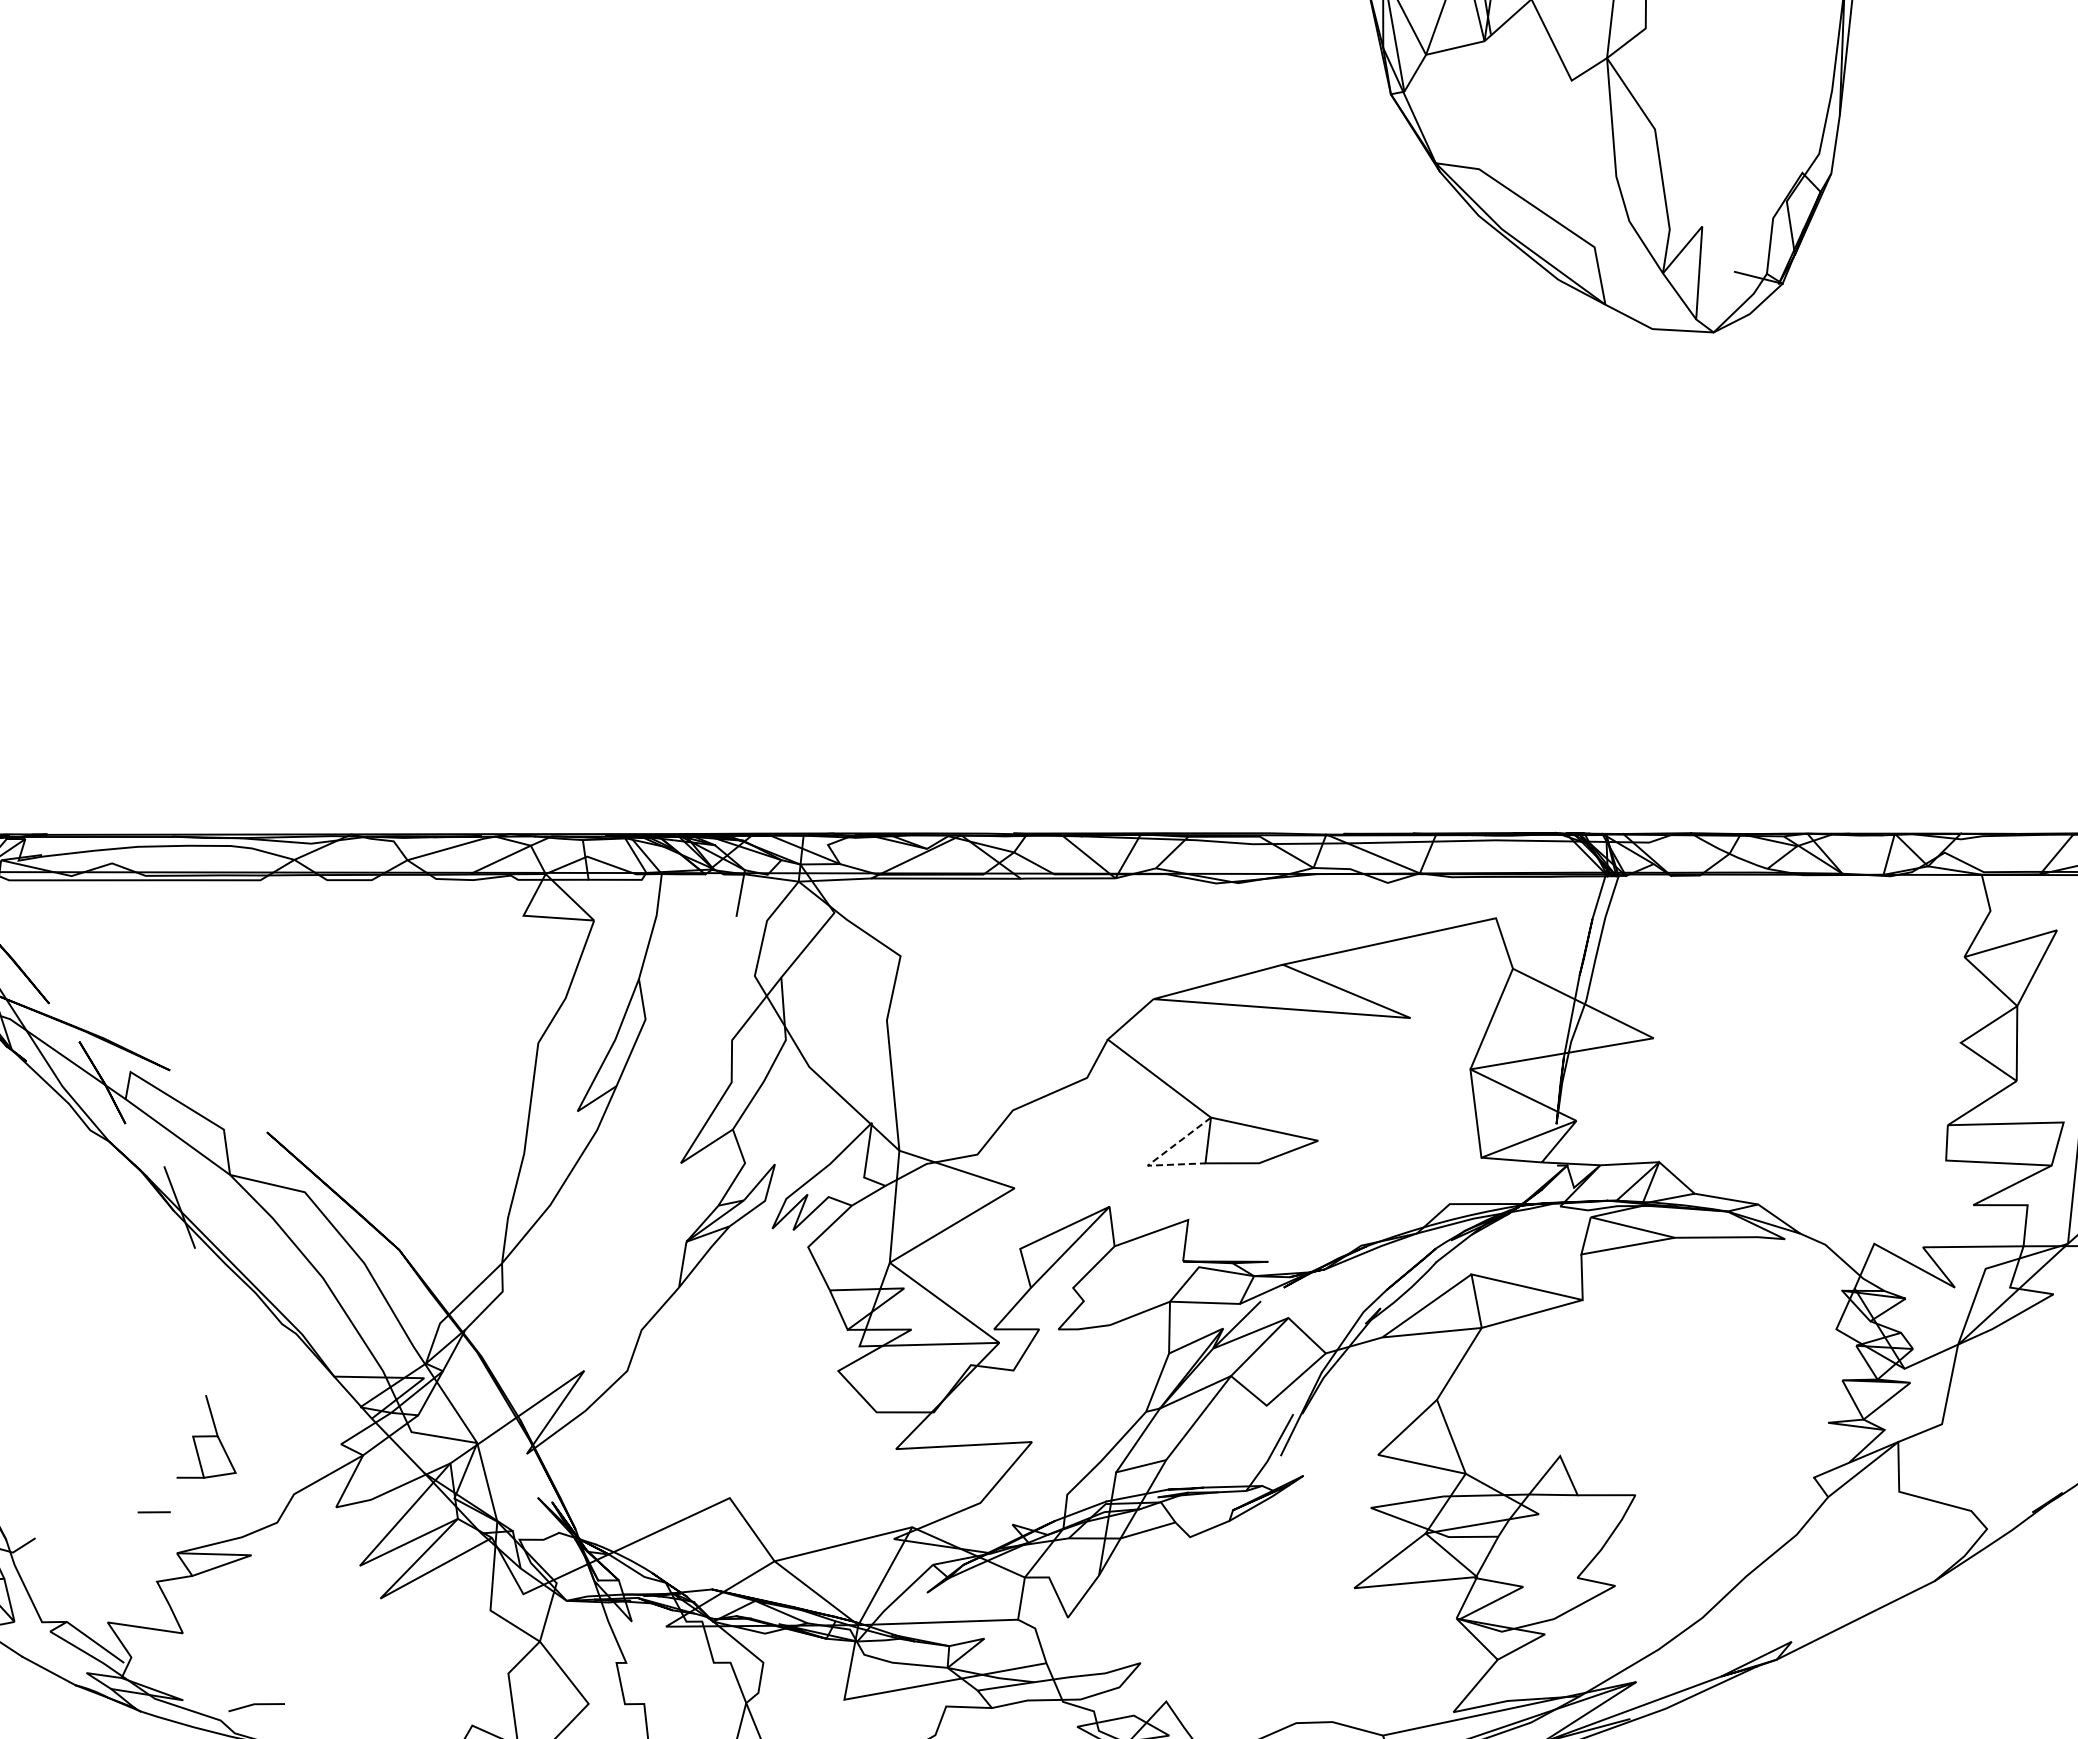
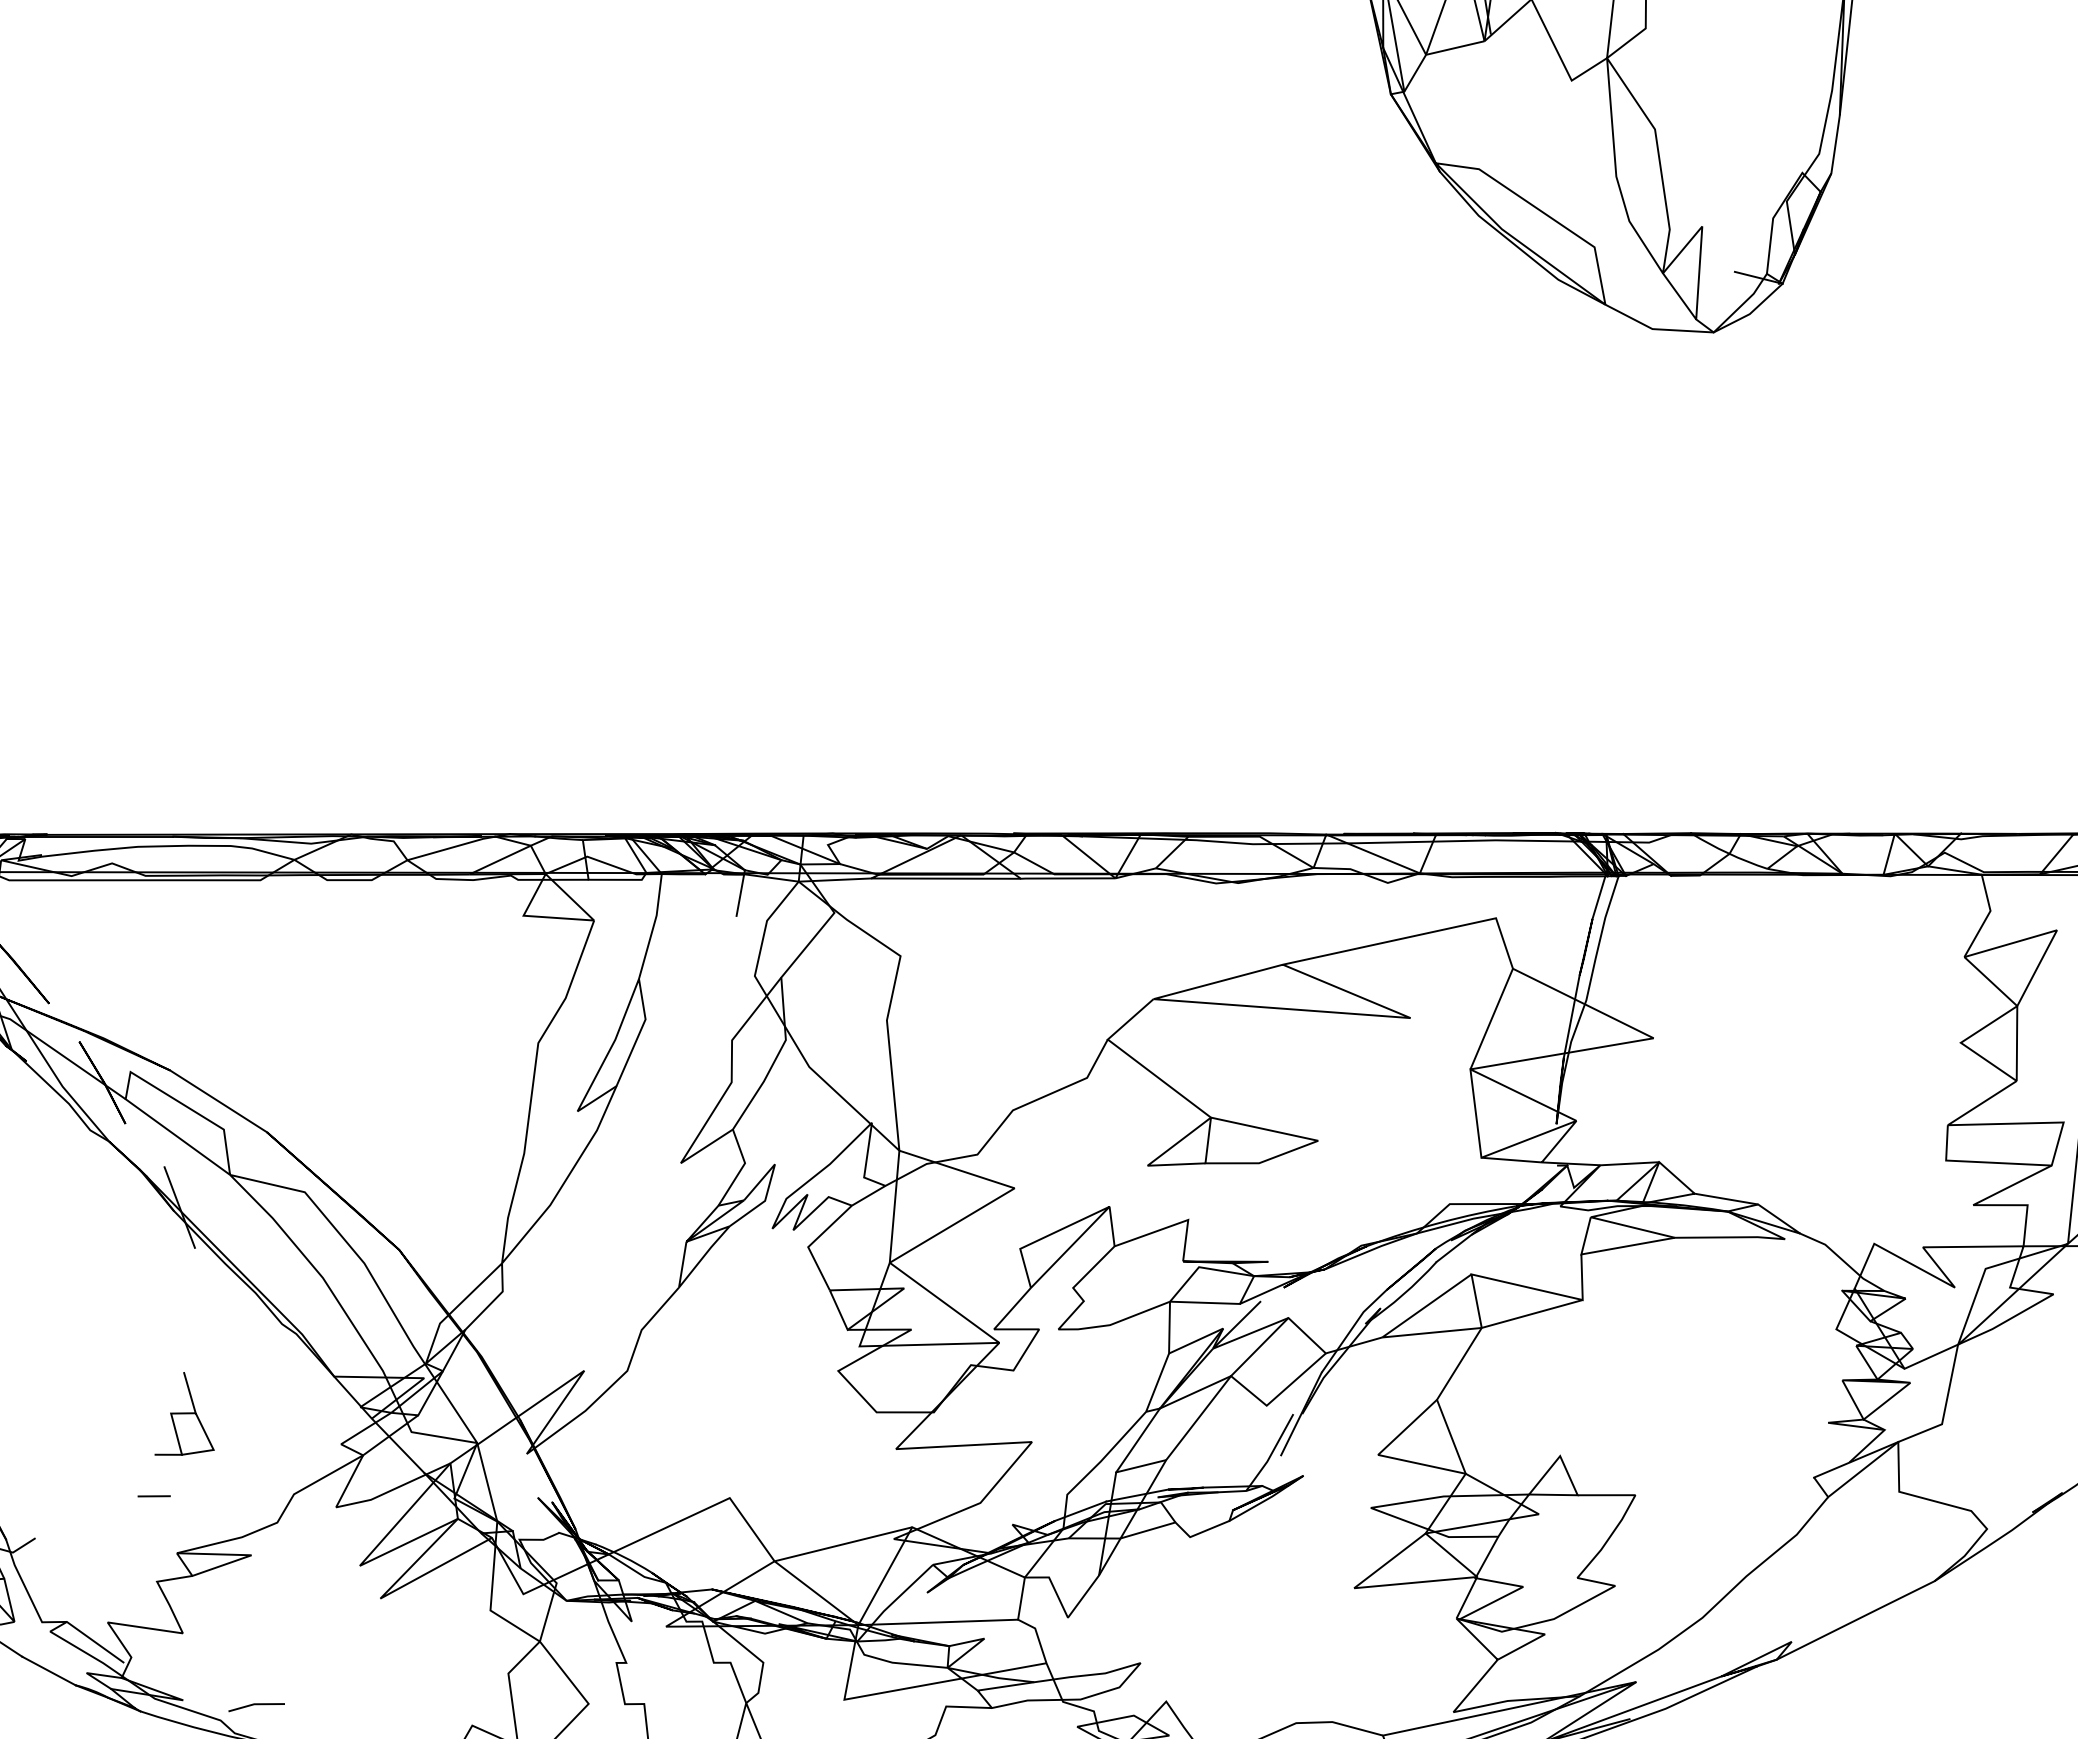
line at (218, 1101): none -> present
line at (1155, 1159): dashed -> solid
part at (206, 1436) position: (206, 1436) -> (184, 1413)
line at (153, 1512) position: (153, 1512) -> (153, 1496)
